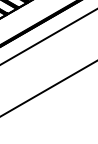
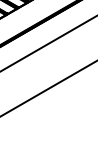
line at (48, 36) position: (48, 36) -> (48, 43)
